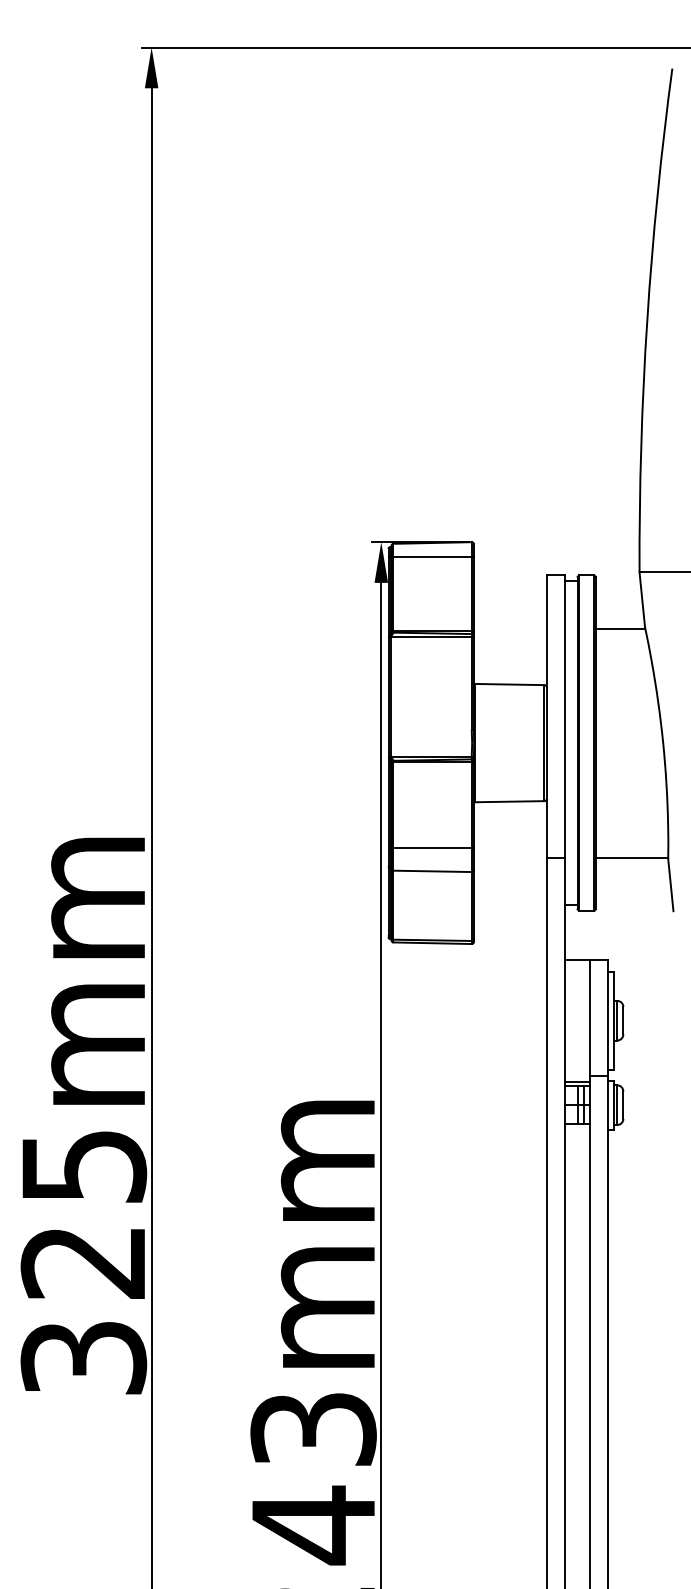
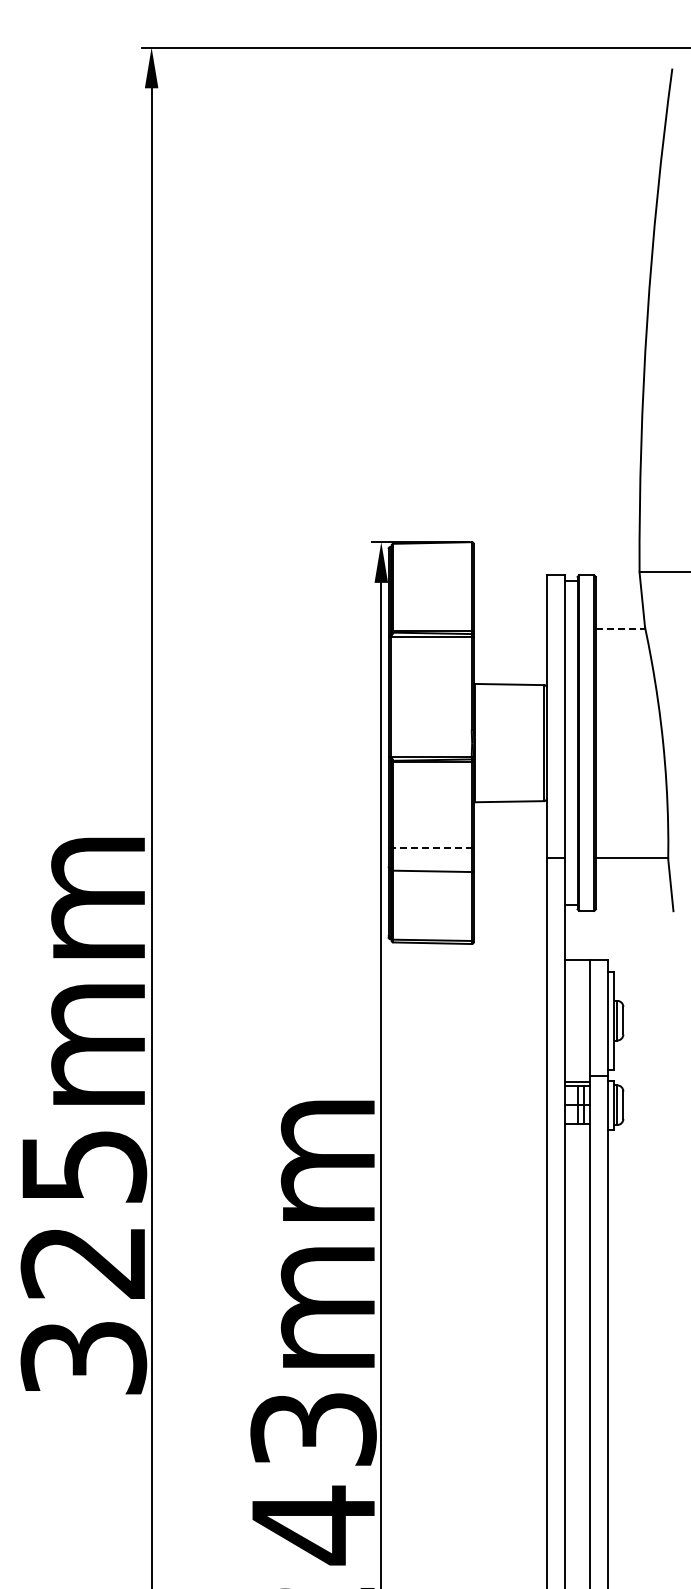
line at (430, 557): present -> none
line at (620, 628): solid -> dashed
line at (431, 847): solid -> dashed
